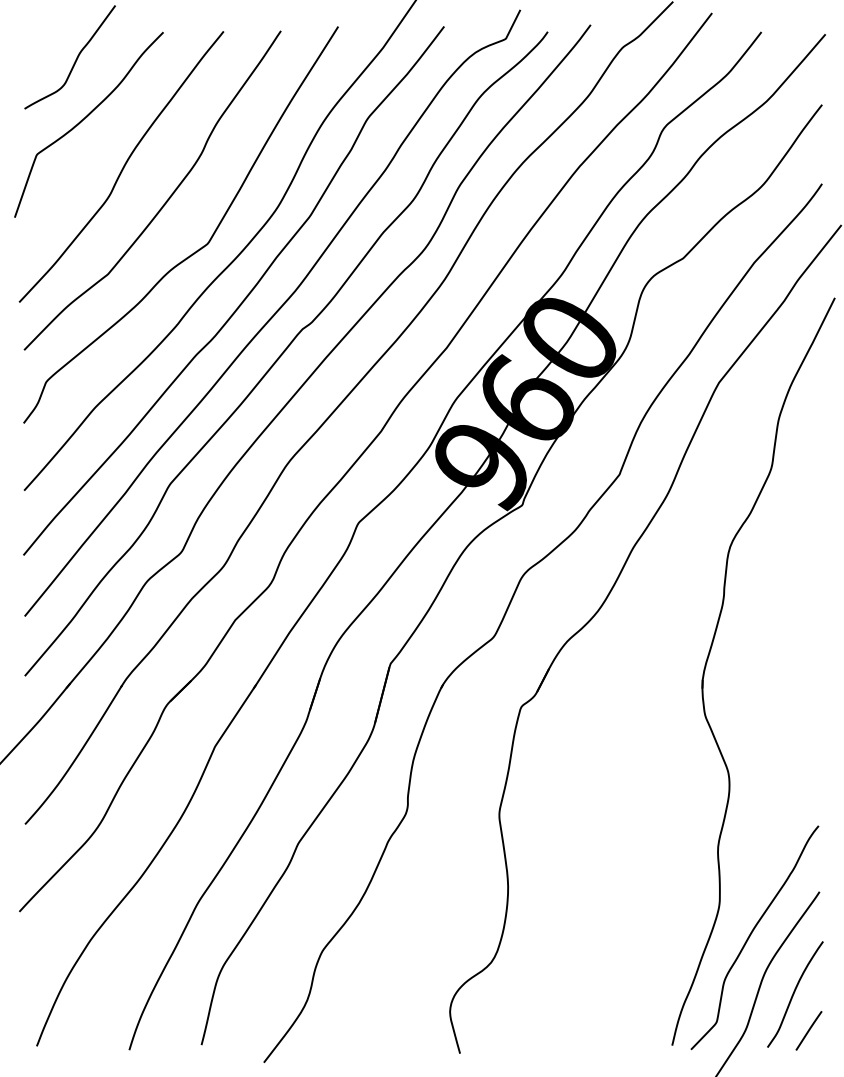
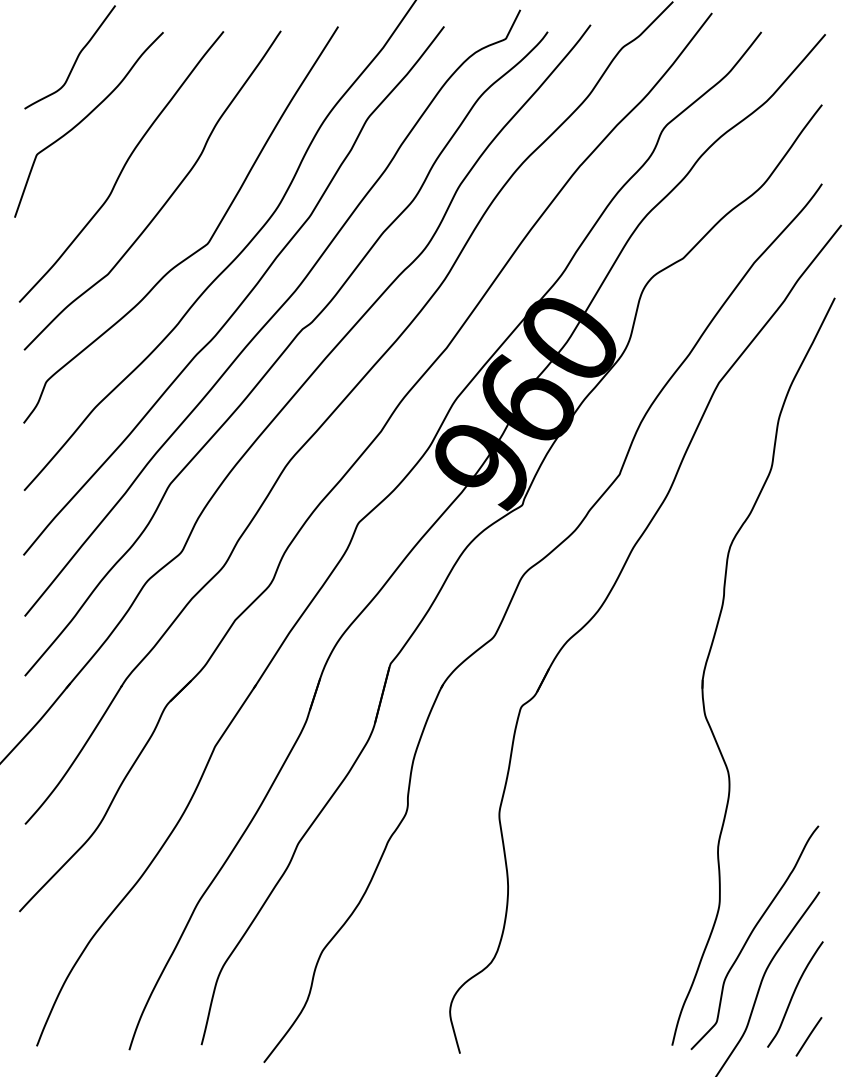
line at (808, 1030) position: (808, 1030) -> (808, 1036)
